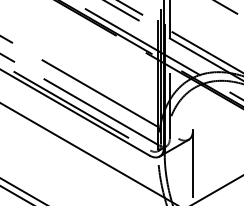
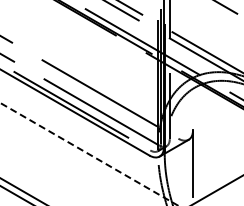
line at (89, 154): solid -> dashed
